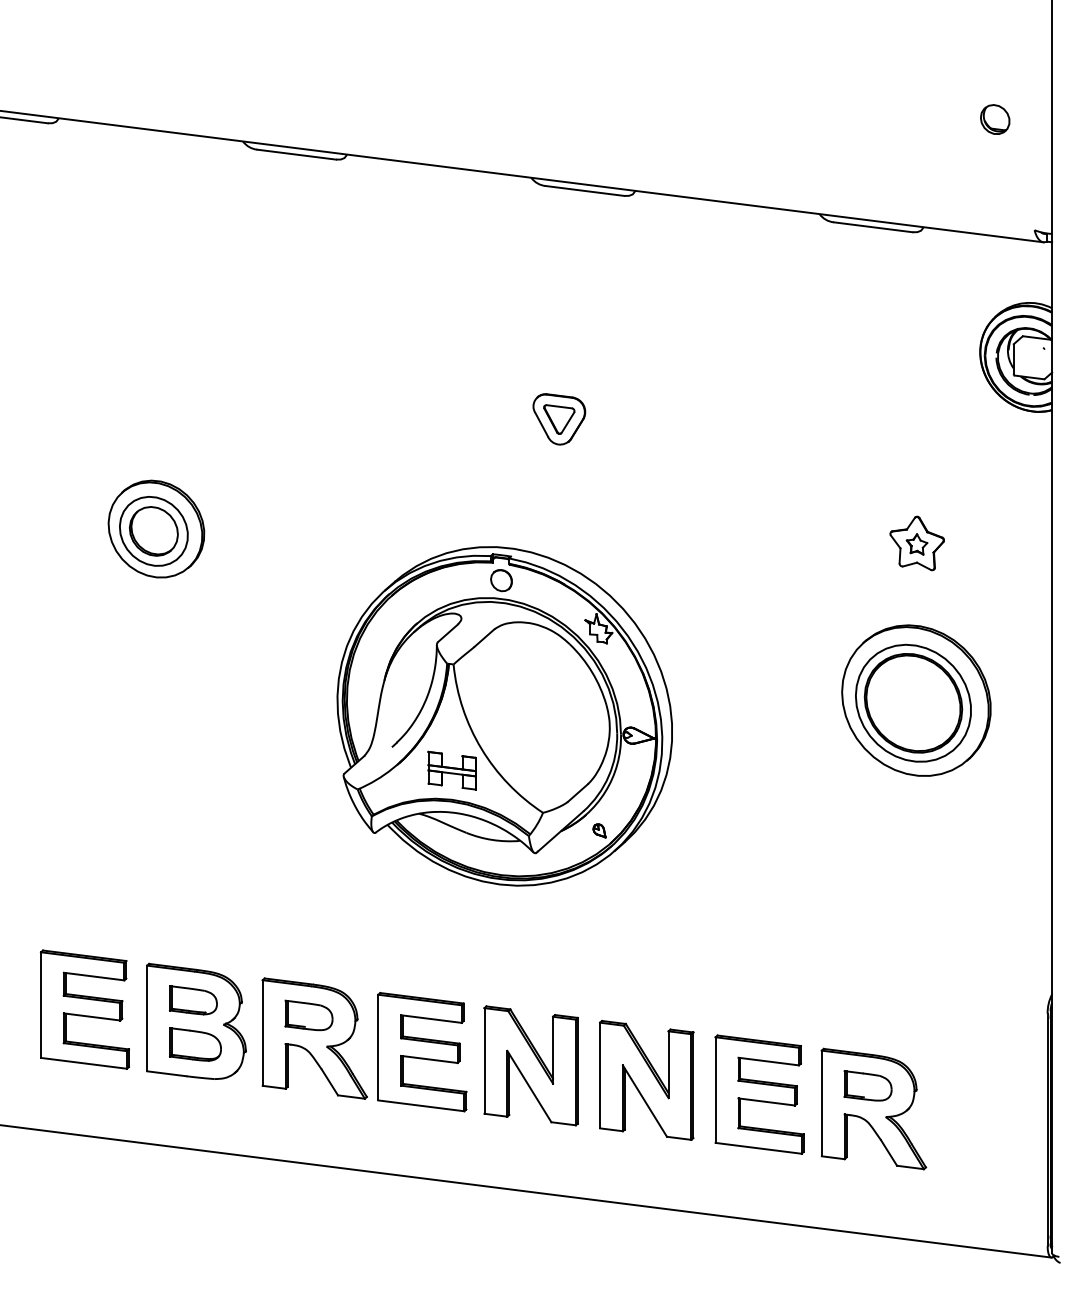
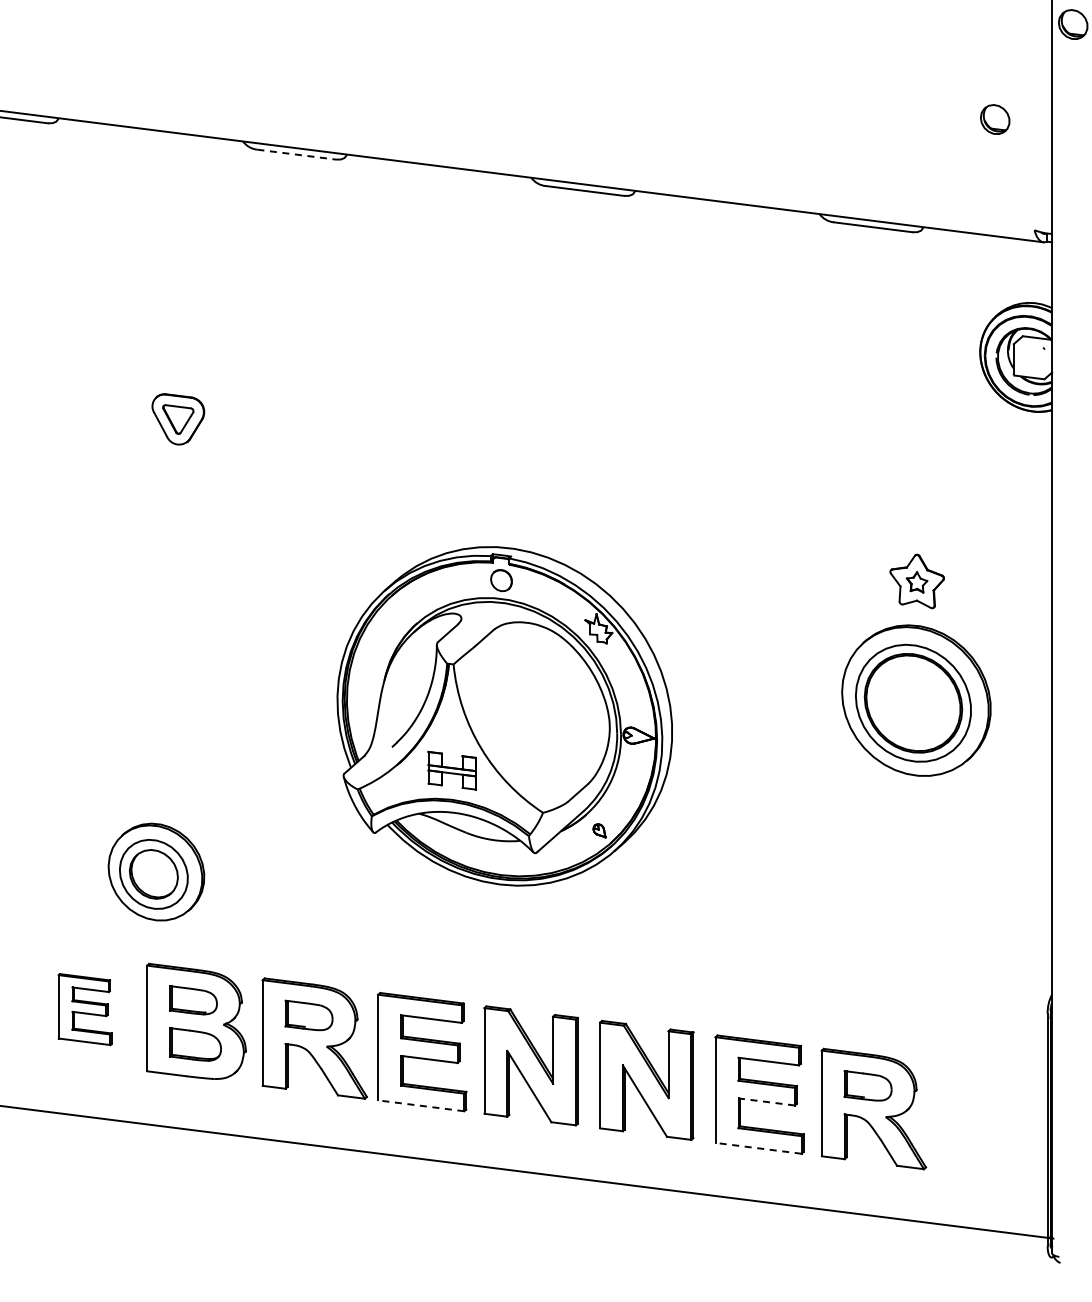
part at (1073, 24): none -> present
line at (296, 154): solid -> dashed
part at (559, 419) position: (559, 419) -> (178, 419)
part at (156, 528) position: (156, 528) -> (156, 871)
part at (916, 543) position: (916, 543) -> (916, 581)
part at (85, 1009) size: 91x121 px -> 56x74 px
line at (766, 1101): solid -> dashed
line at (420, 1105): solid -> dashed
line at (758, 1148): solid -> dashed
line at (526, 1191) position: (526, 1191) -> (527, 1172)
